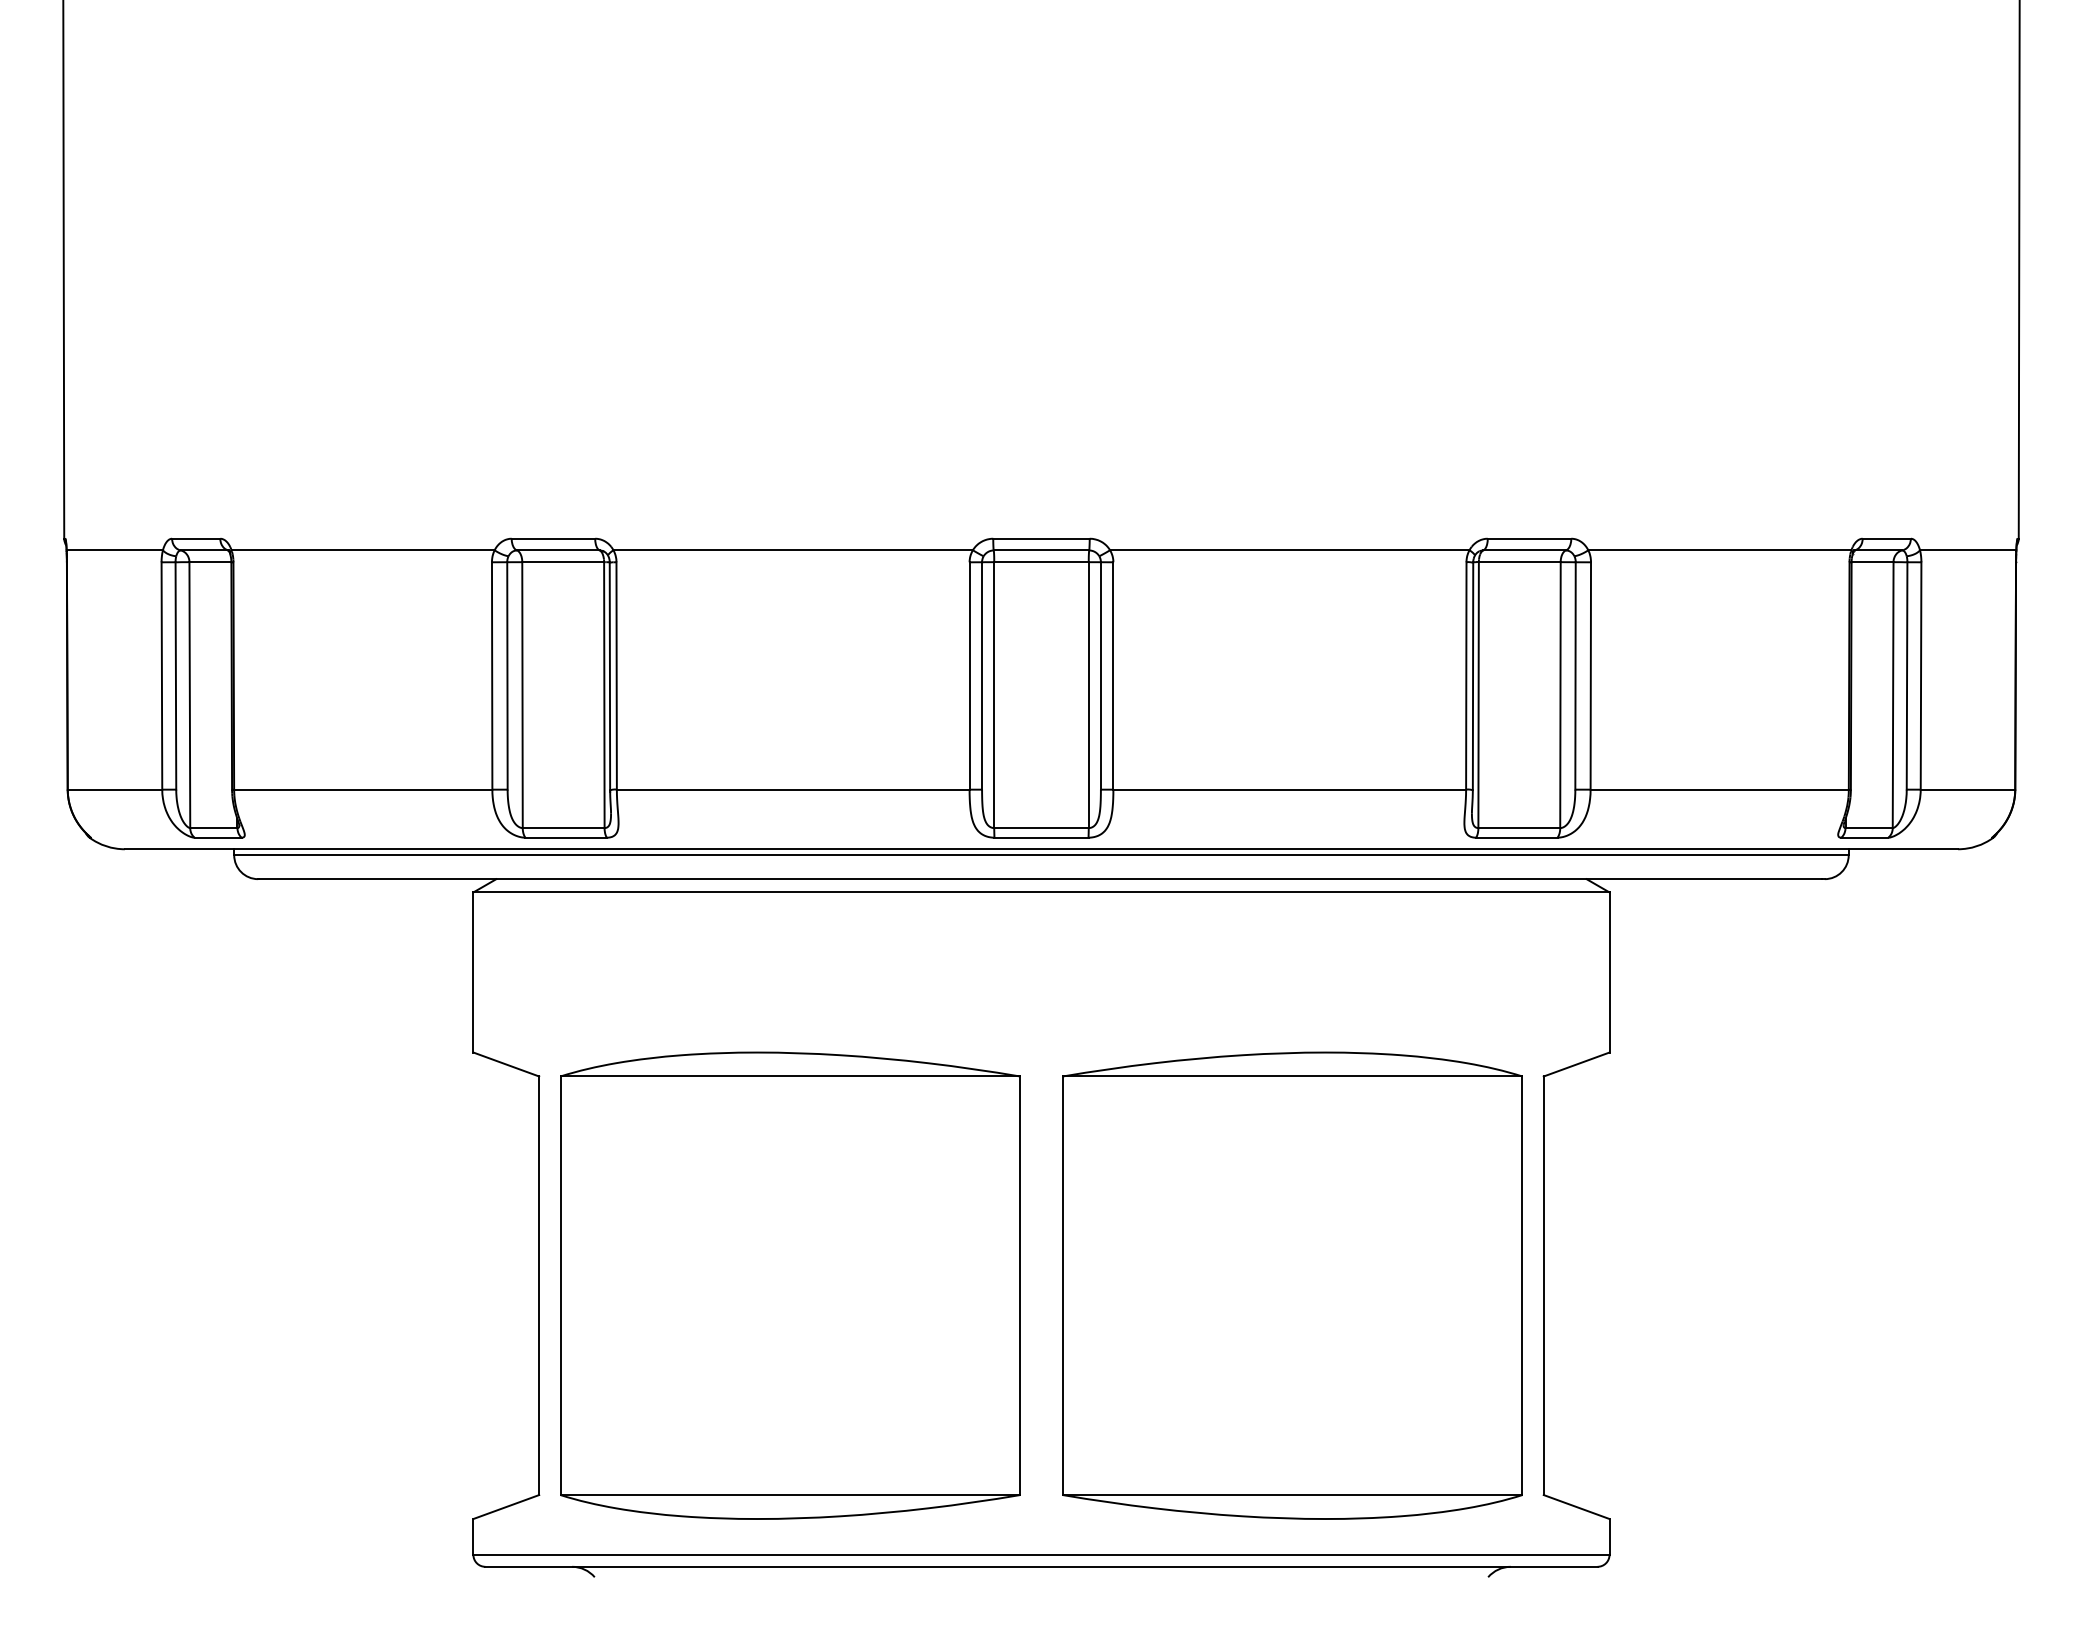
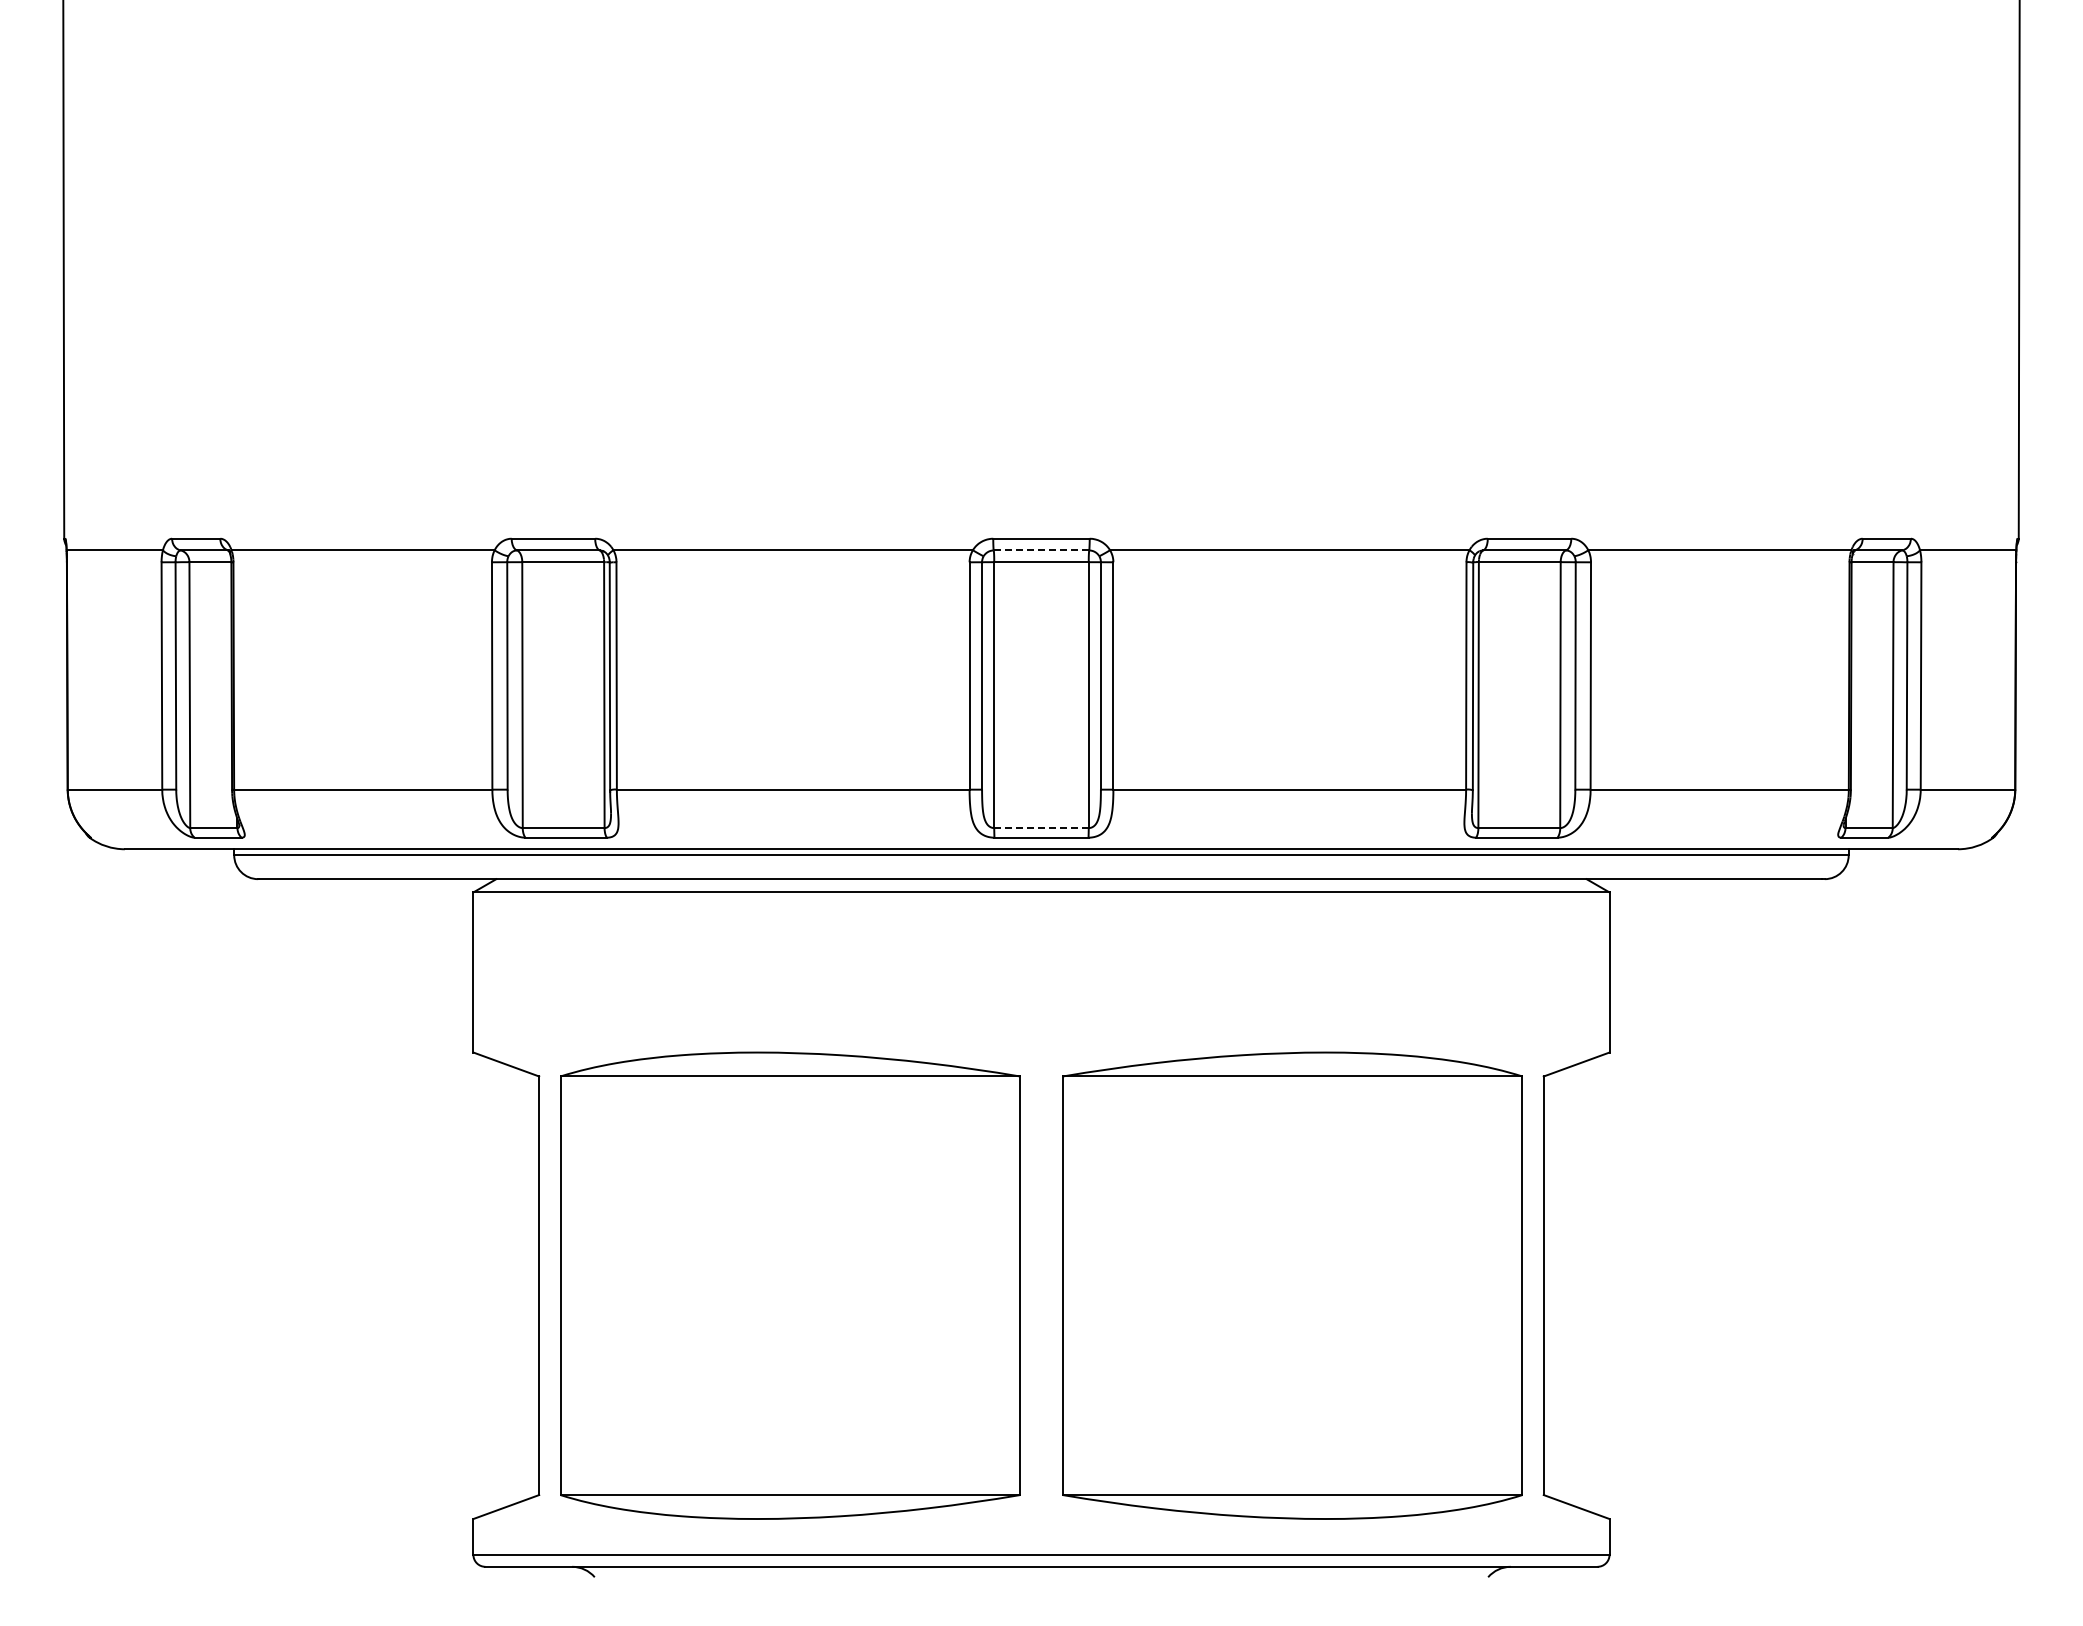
line at (1041, 550): solid -> dashed
line at (1041, 828): solid -> dashed
